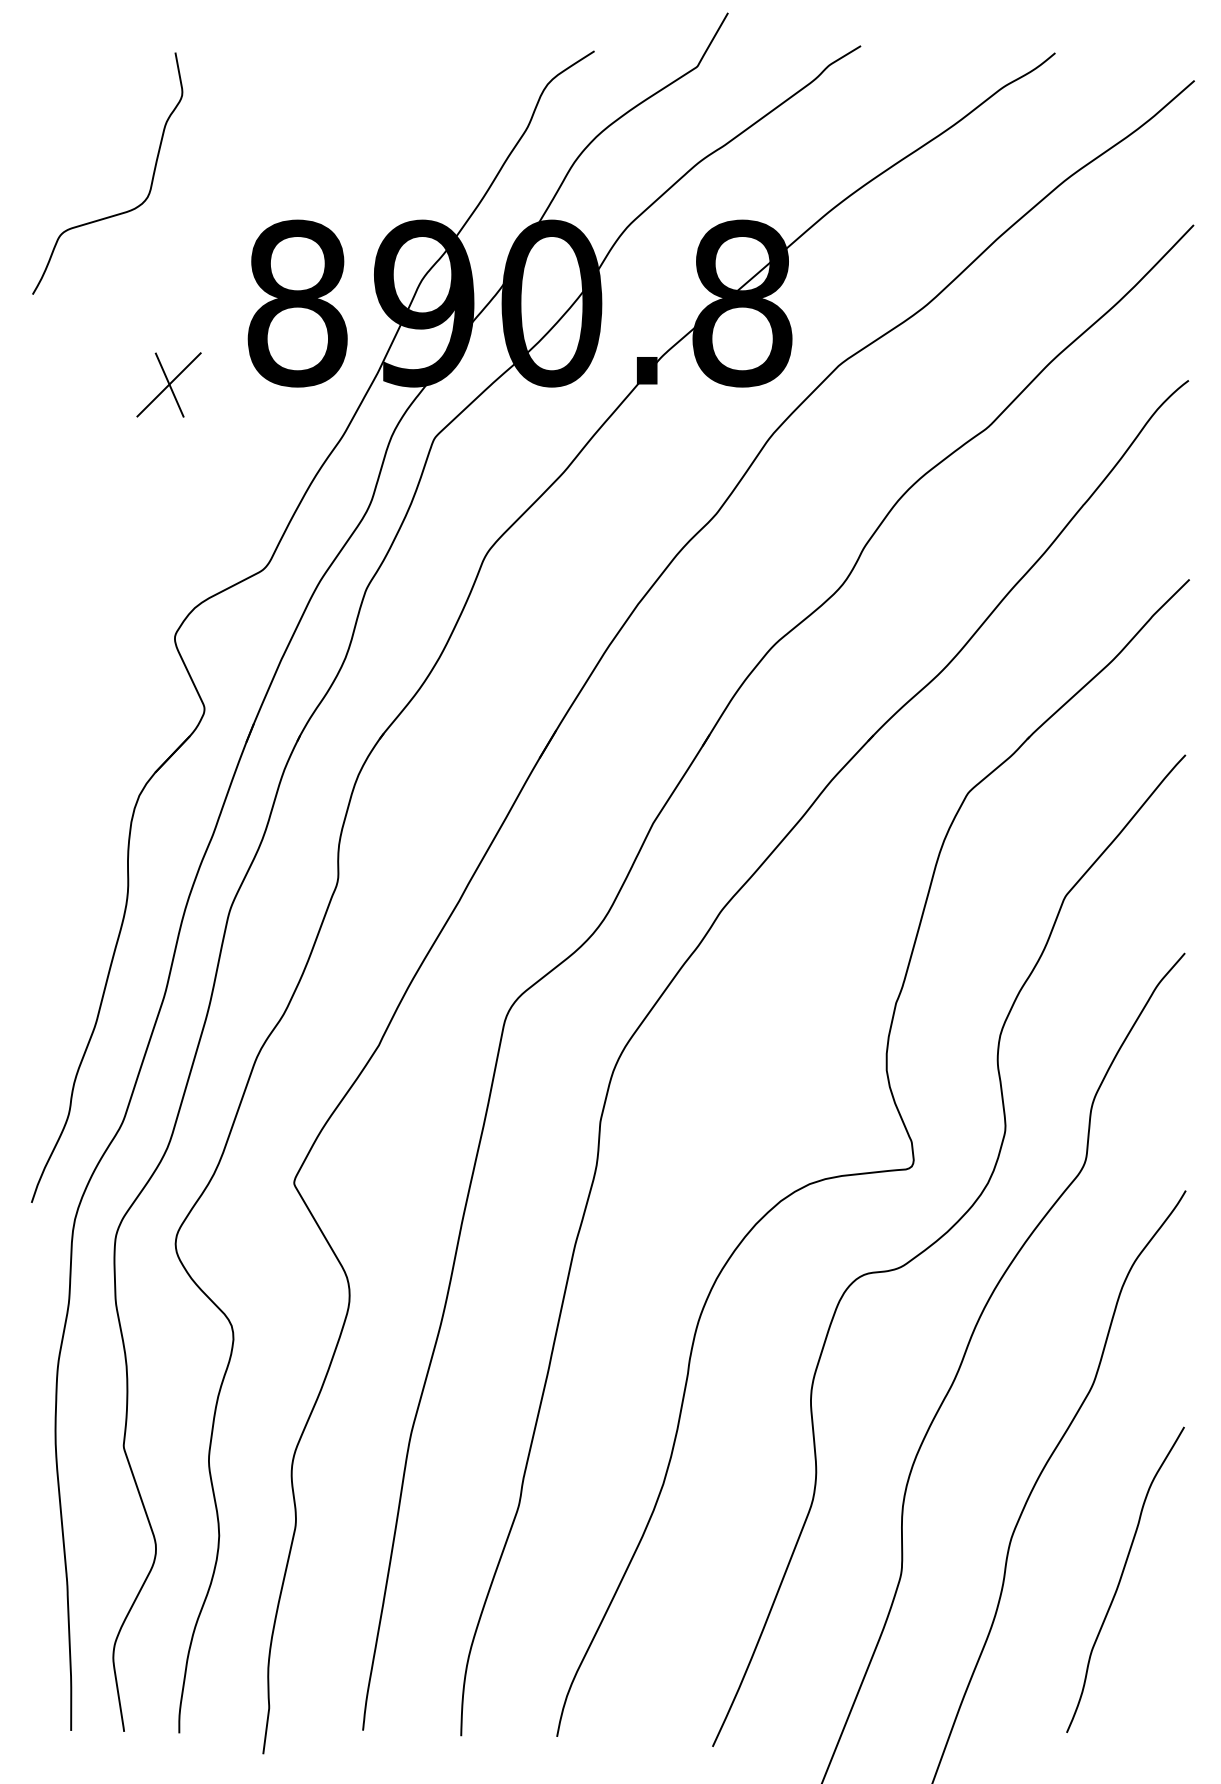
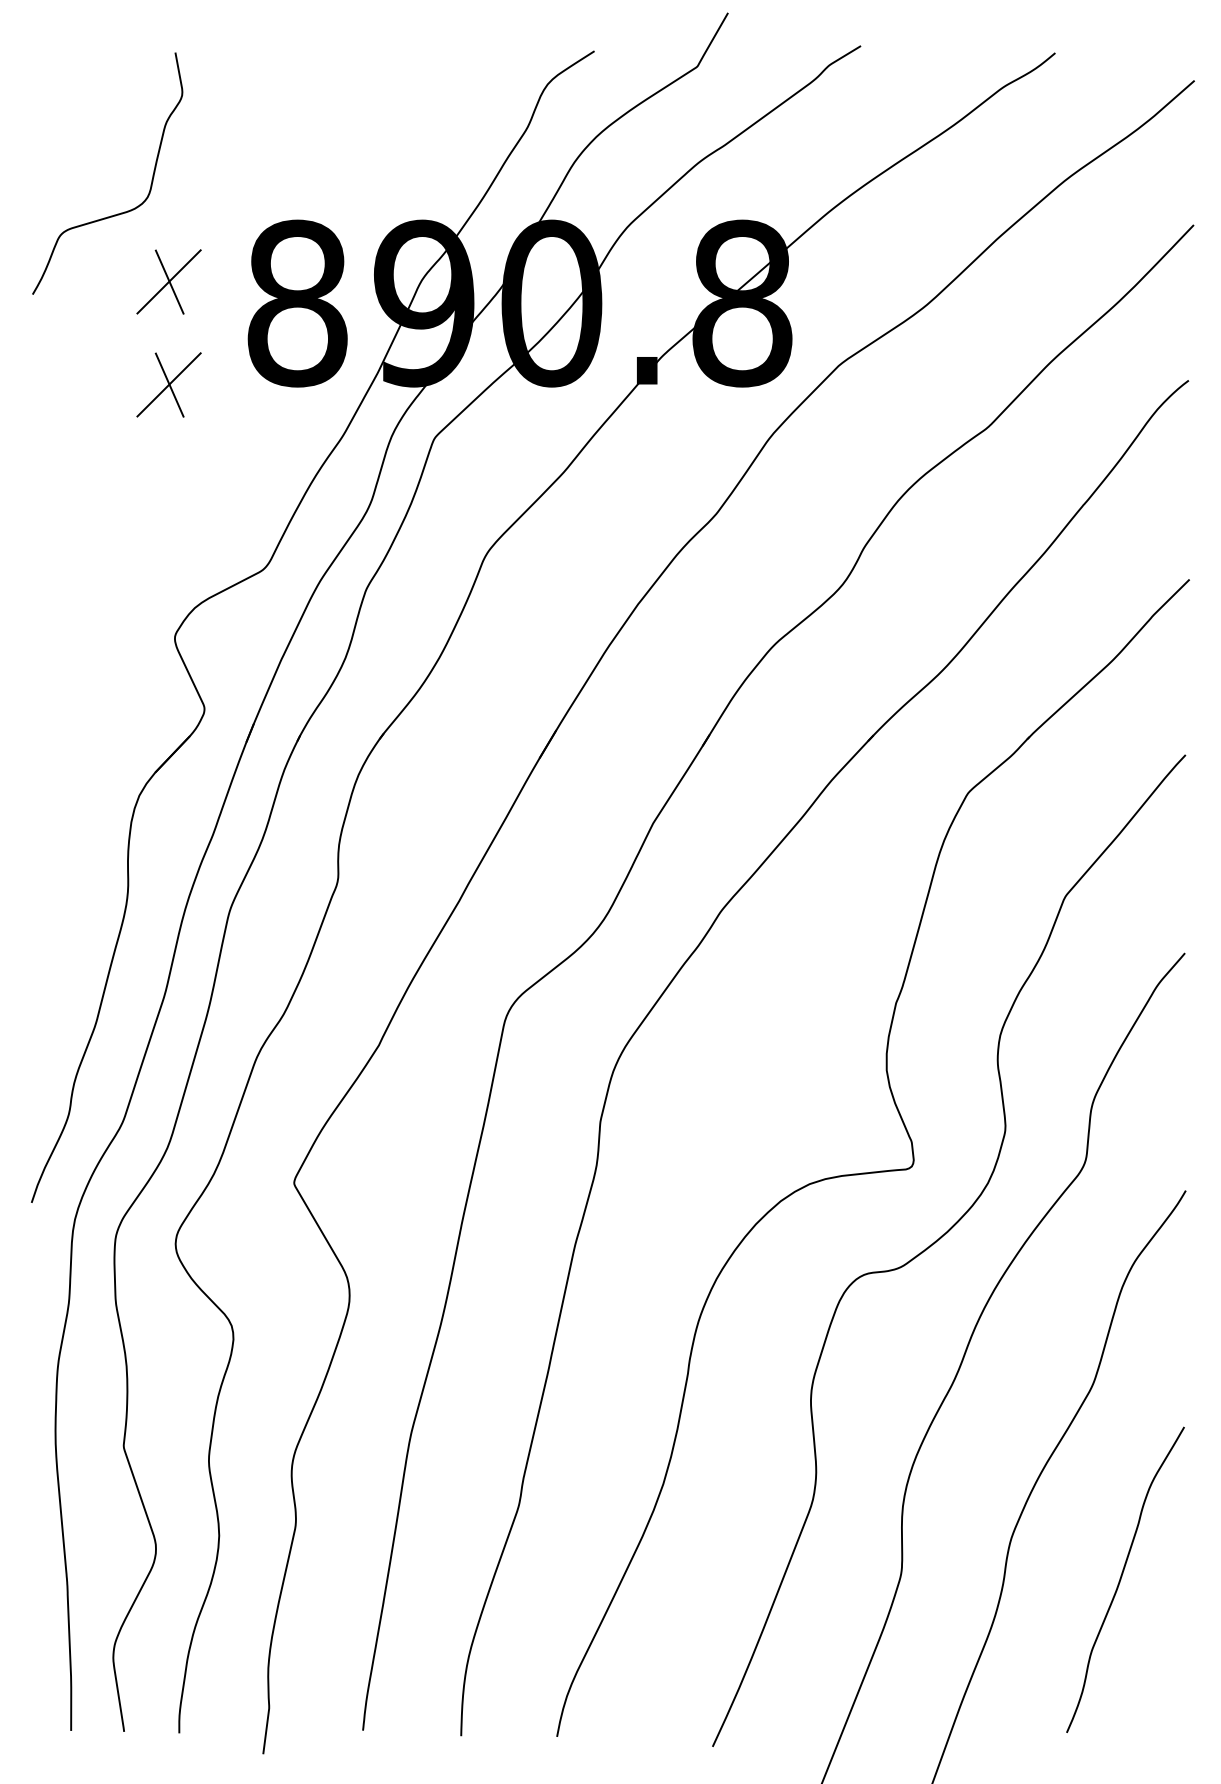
part at (168, 281): none -> present
